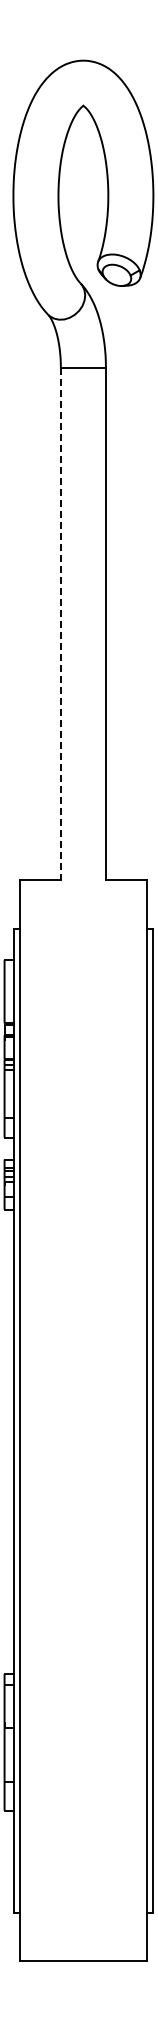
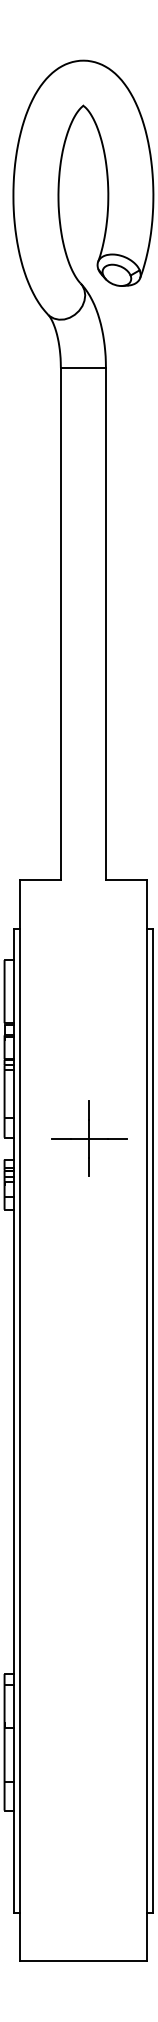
line at (60, 623): dashed -> solid
part at (89, 1138): none -> present
